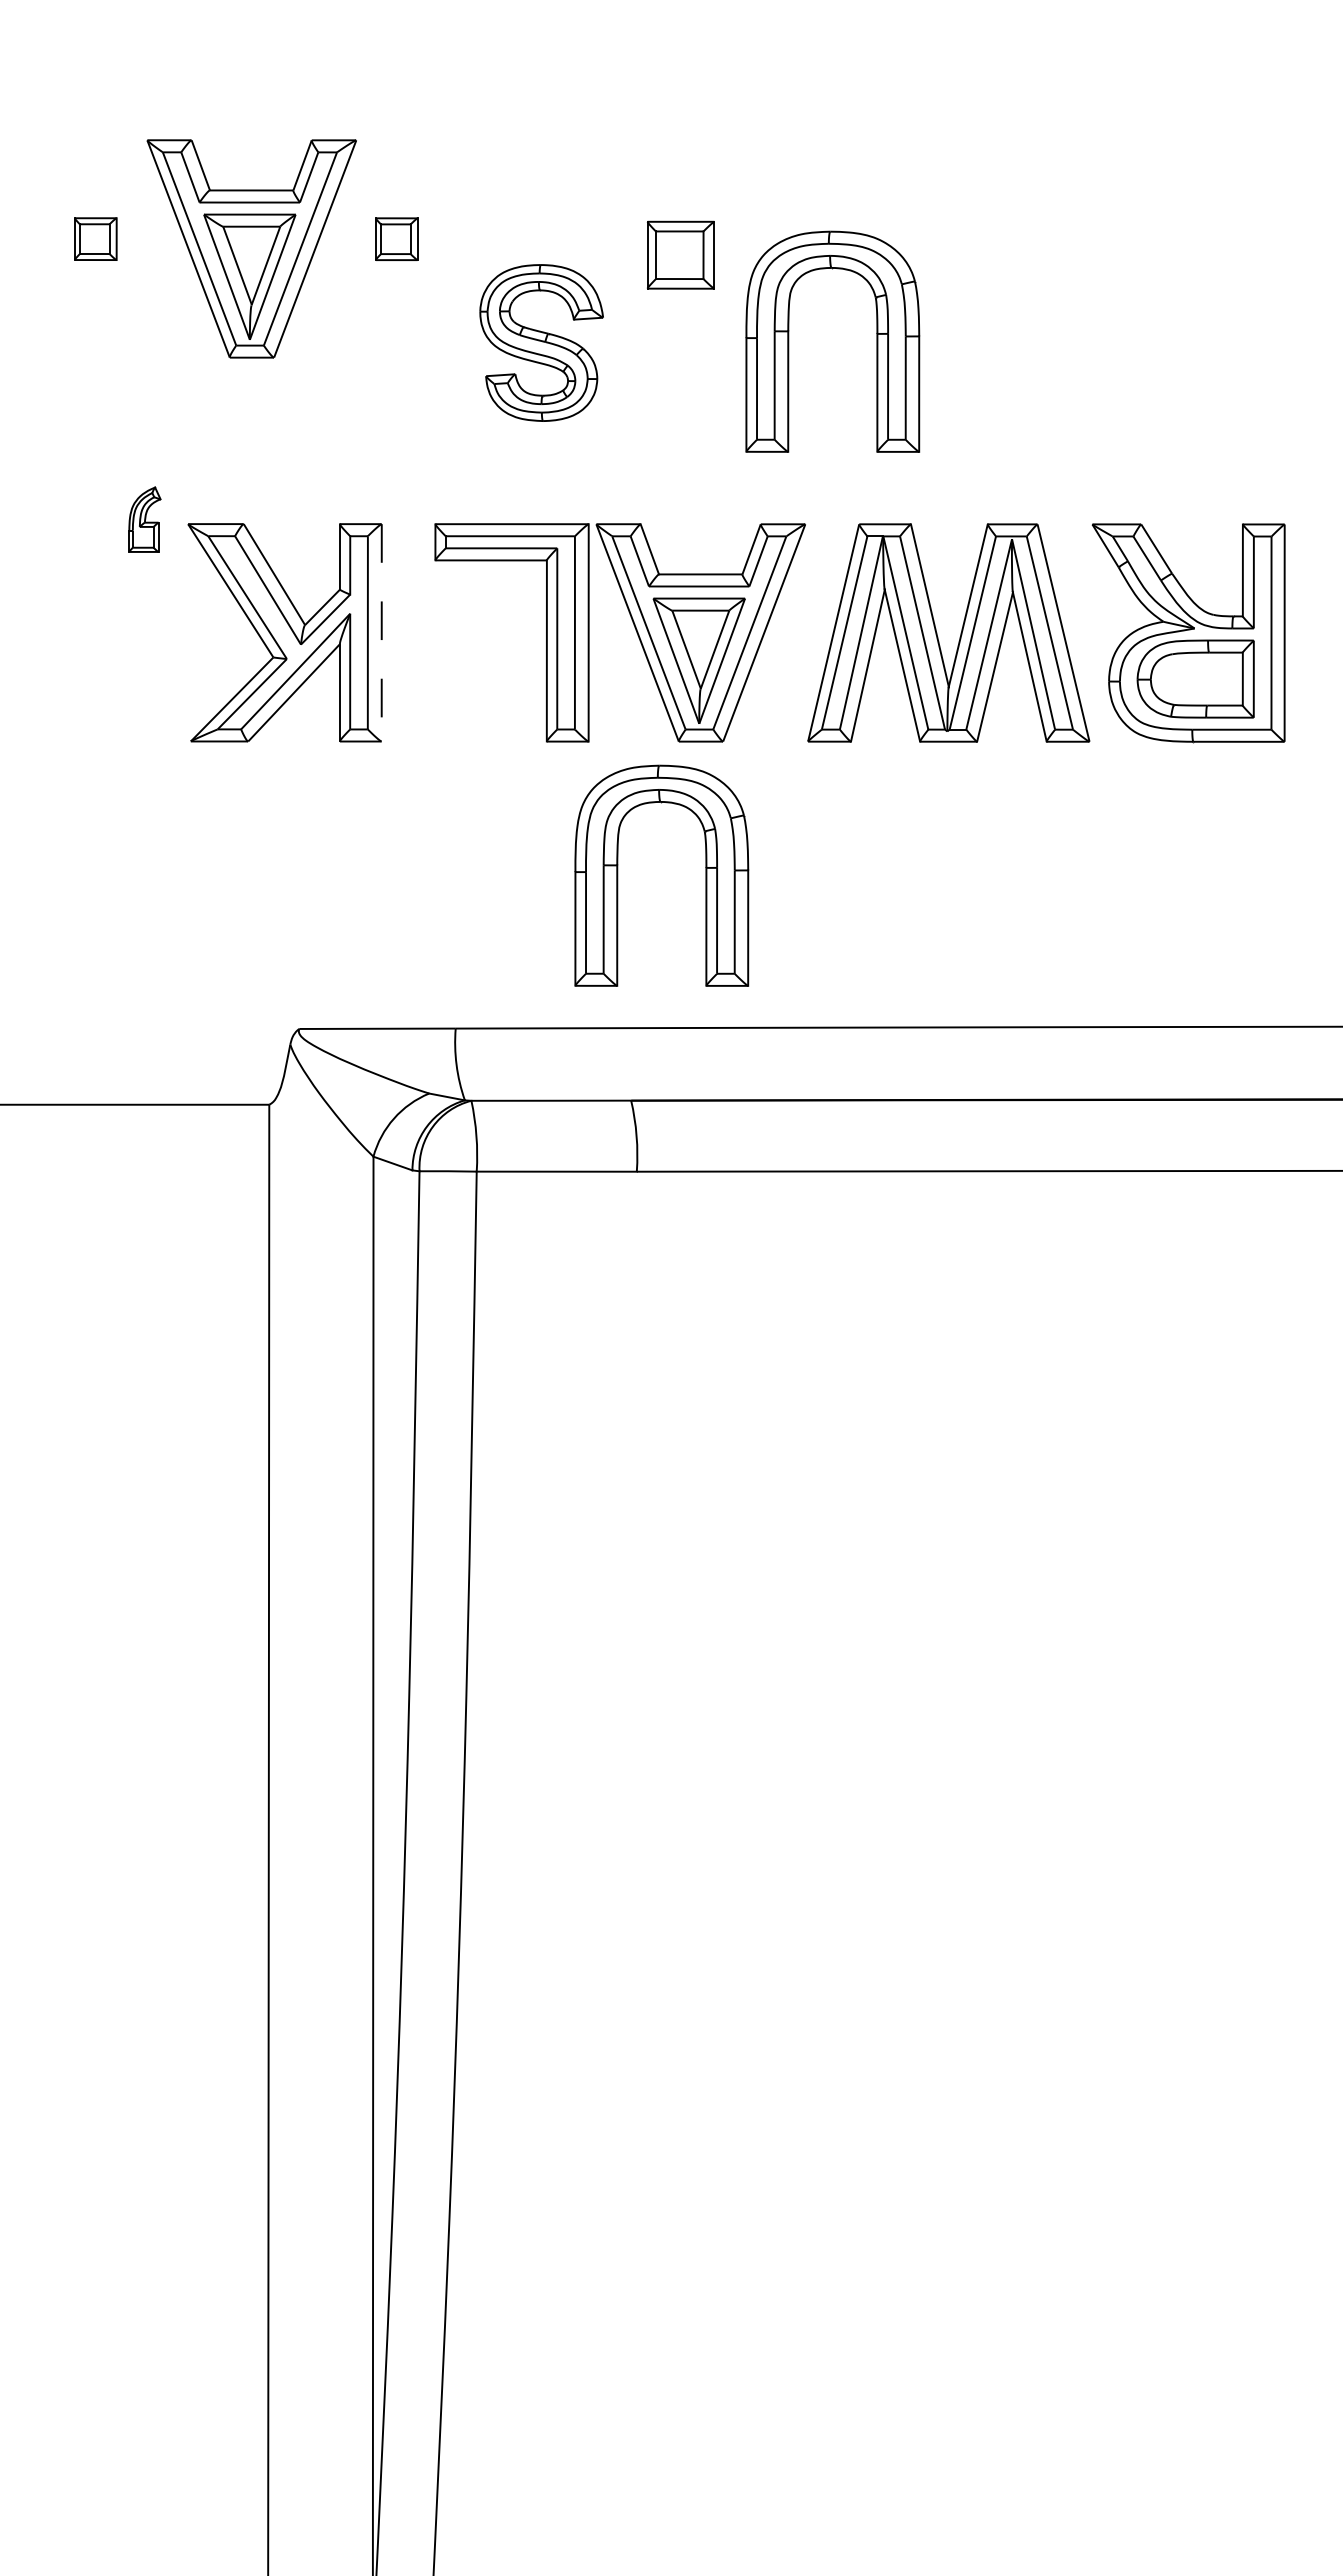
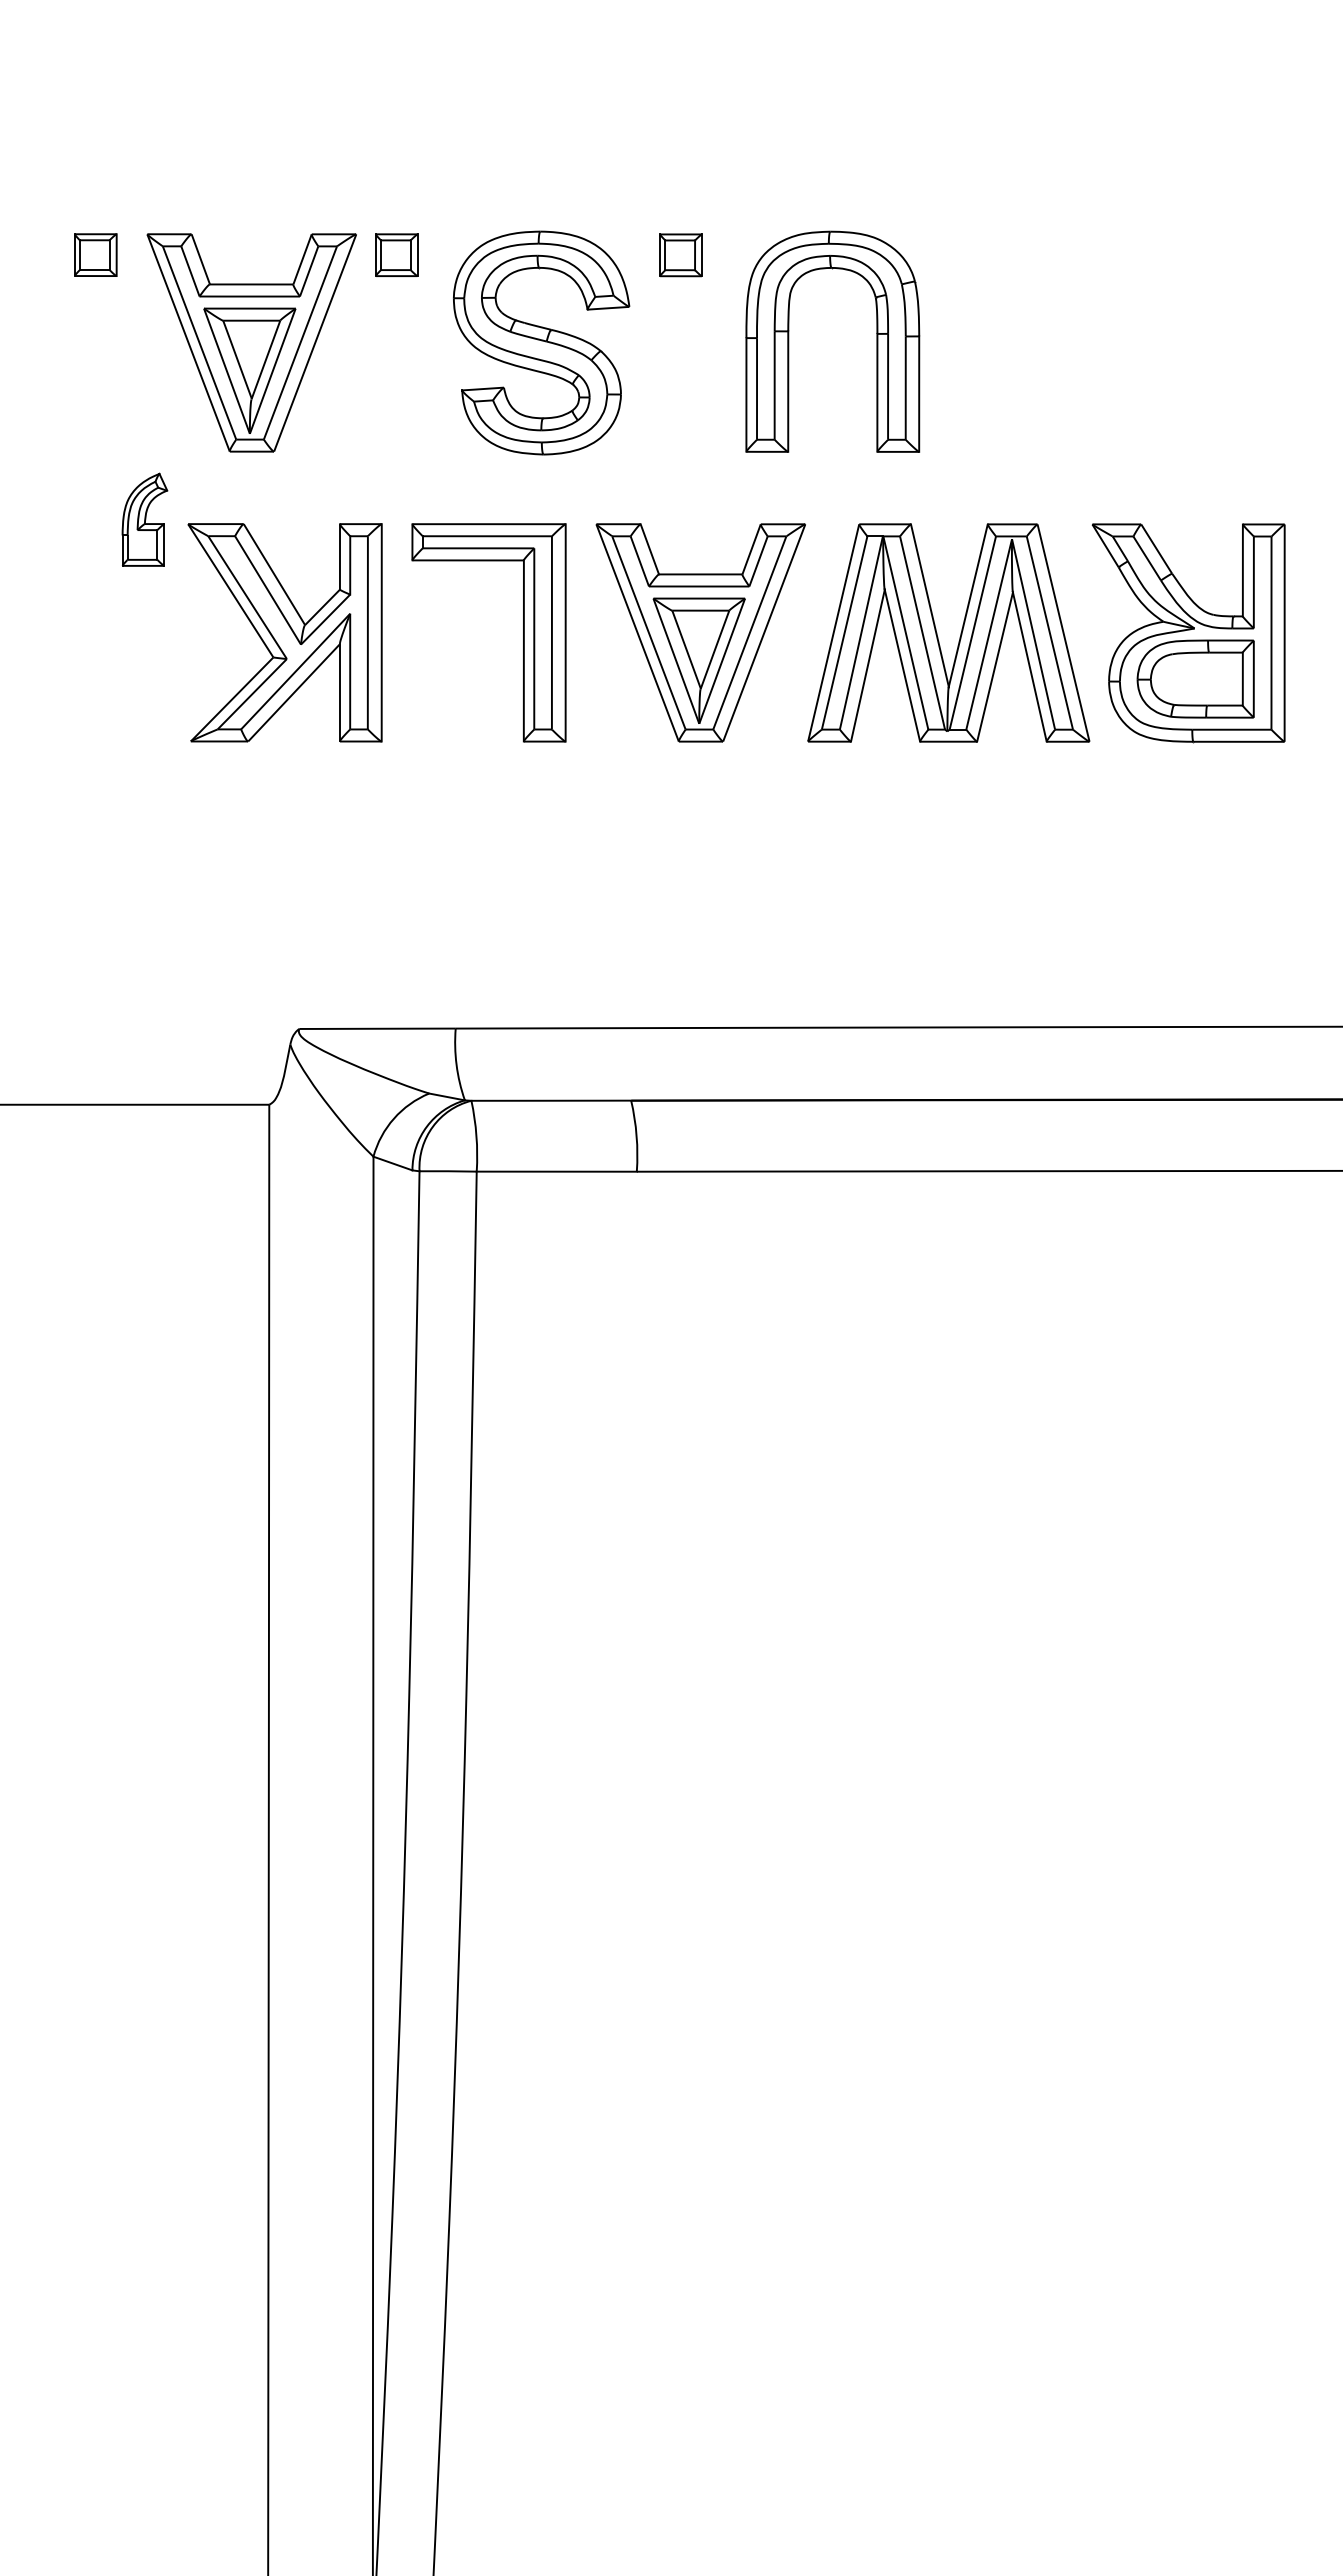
part at (95, 238) position: (95, 238) -> (95, 254)
part at (396, 238) position: (396, 238) -> (396, 254)
part at (251, 248) position: (251, 248) -> (251, 342)
part at (680, 254) size: 68x70 px -> 44x45 px
part at (541, 342) size: 125x158 px -> 178x226 px
part at (144, 519) size: 34x67 px -> 48x95 px
line at (381, 632): dashed -> solid
part at (546, 632) position: (546, 632) -> (523, 632)
part at (618, 875): present -> none
